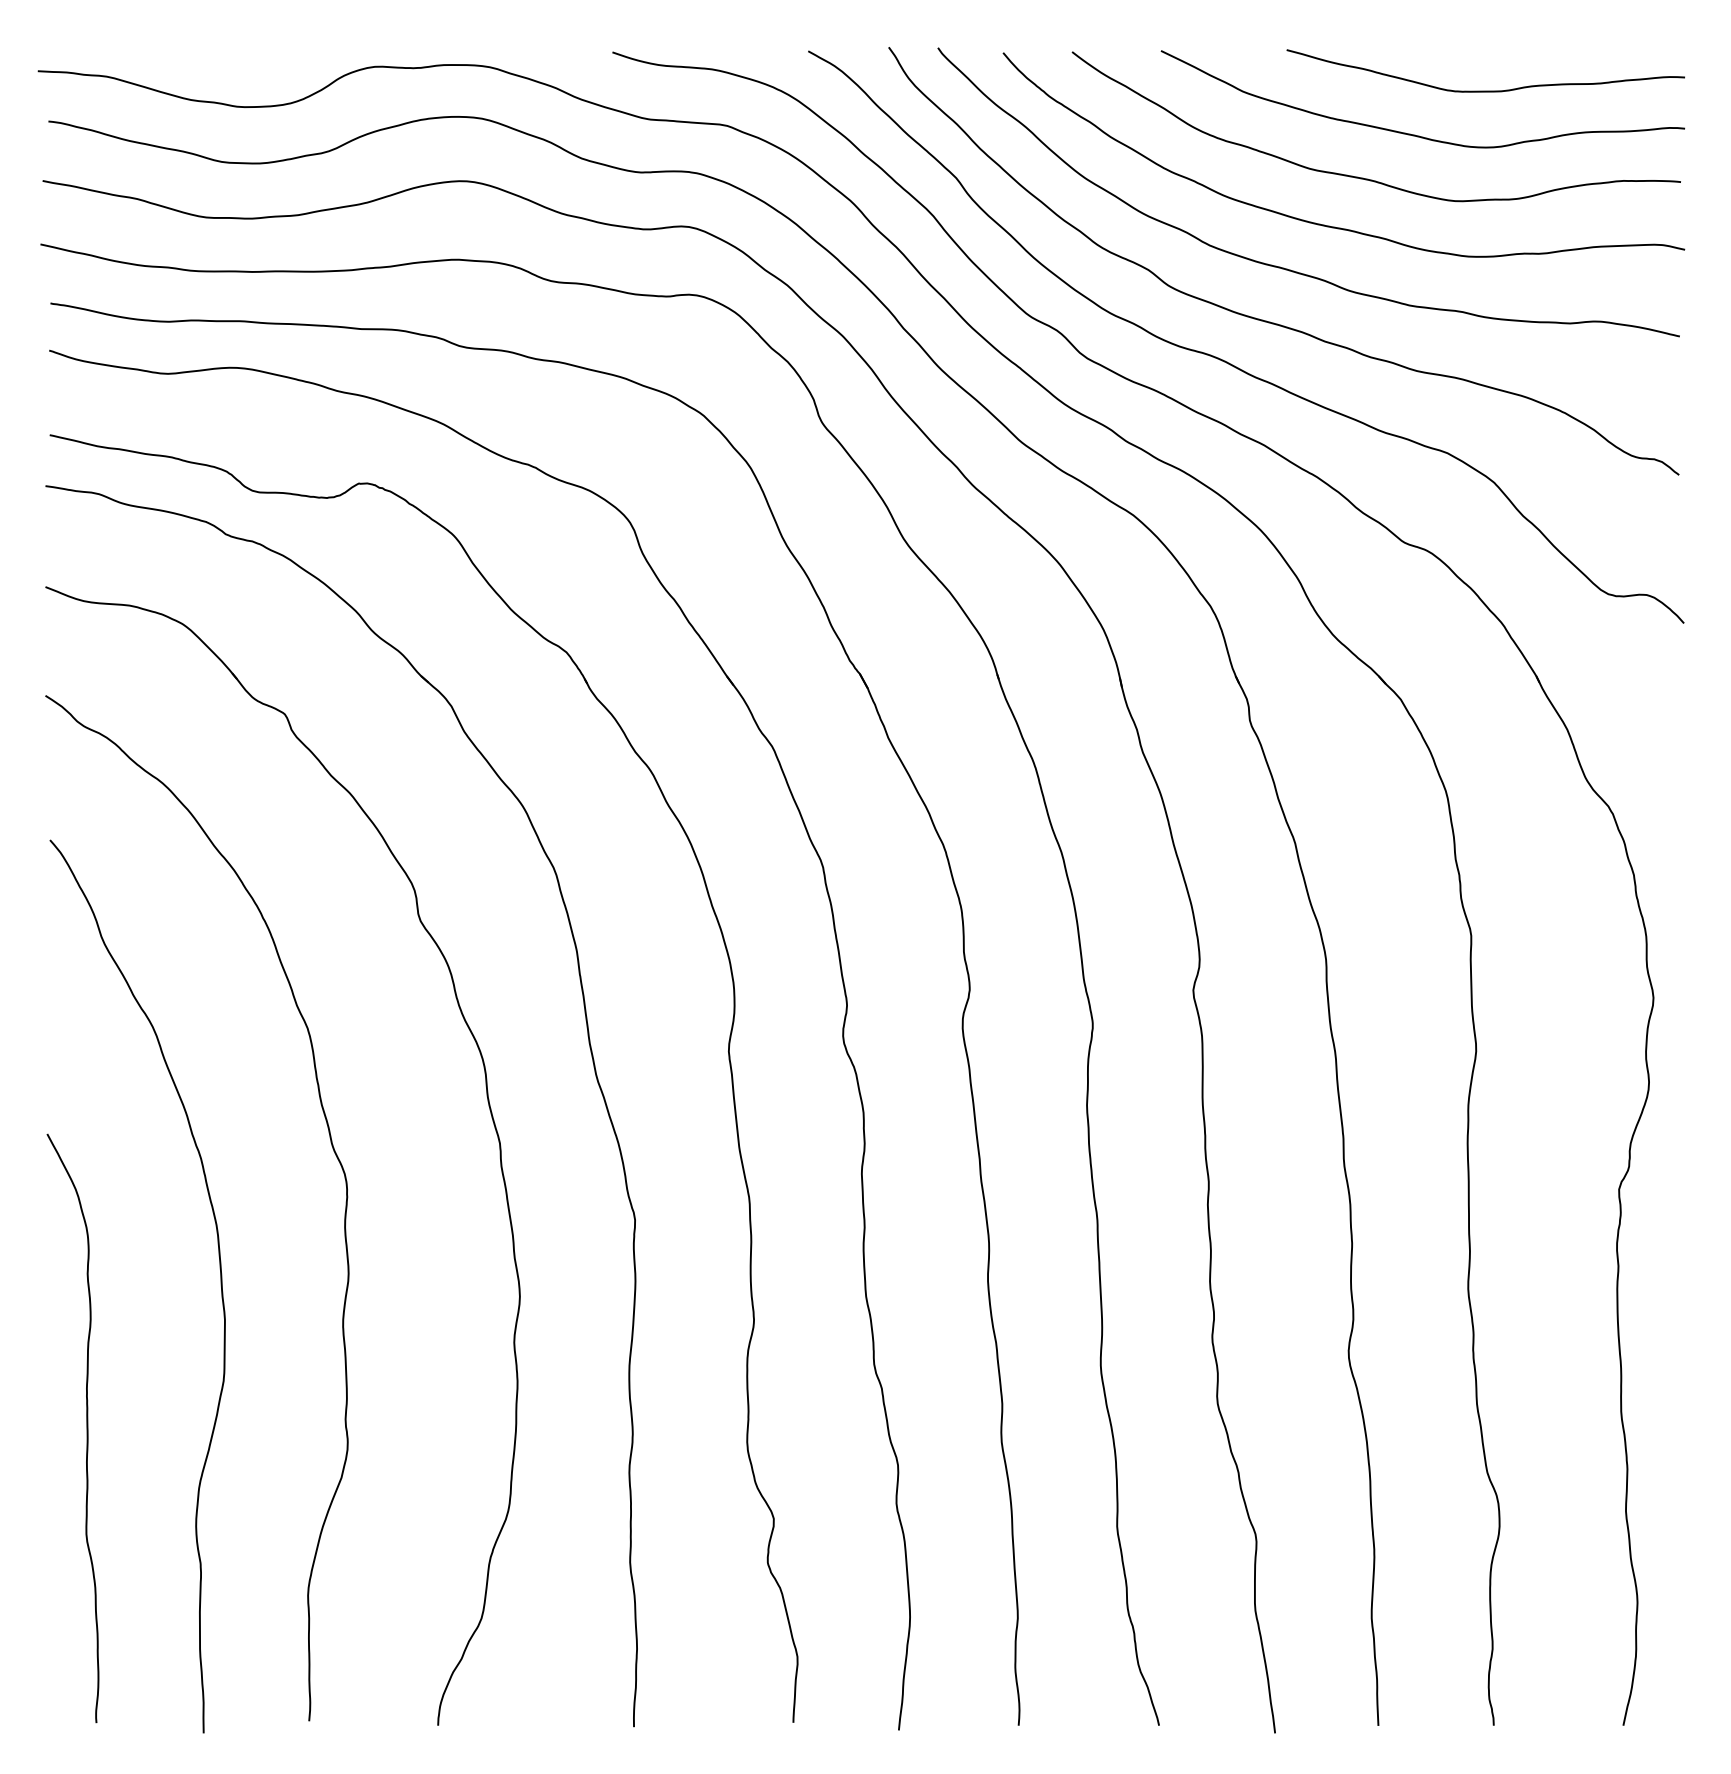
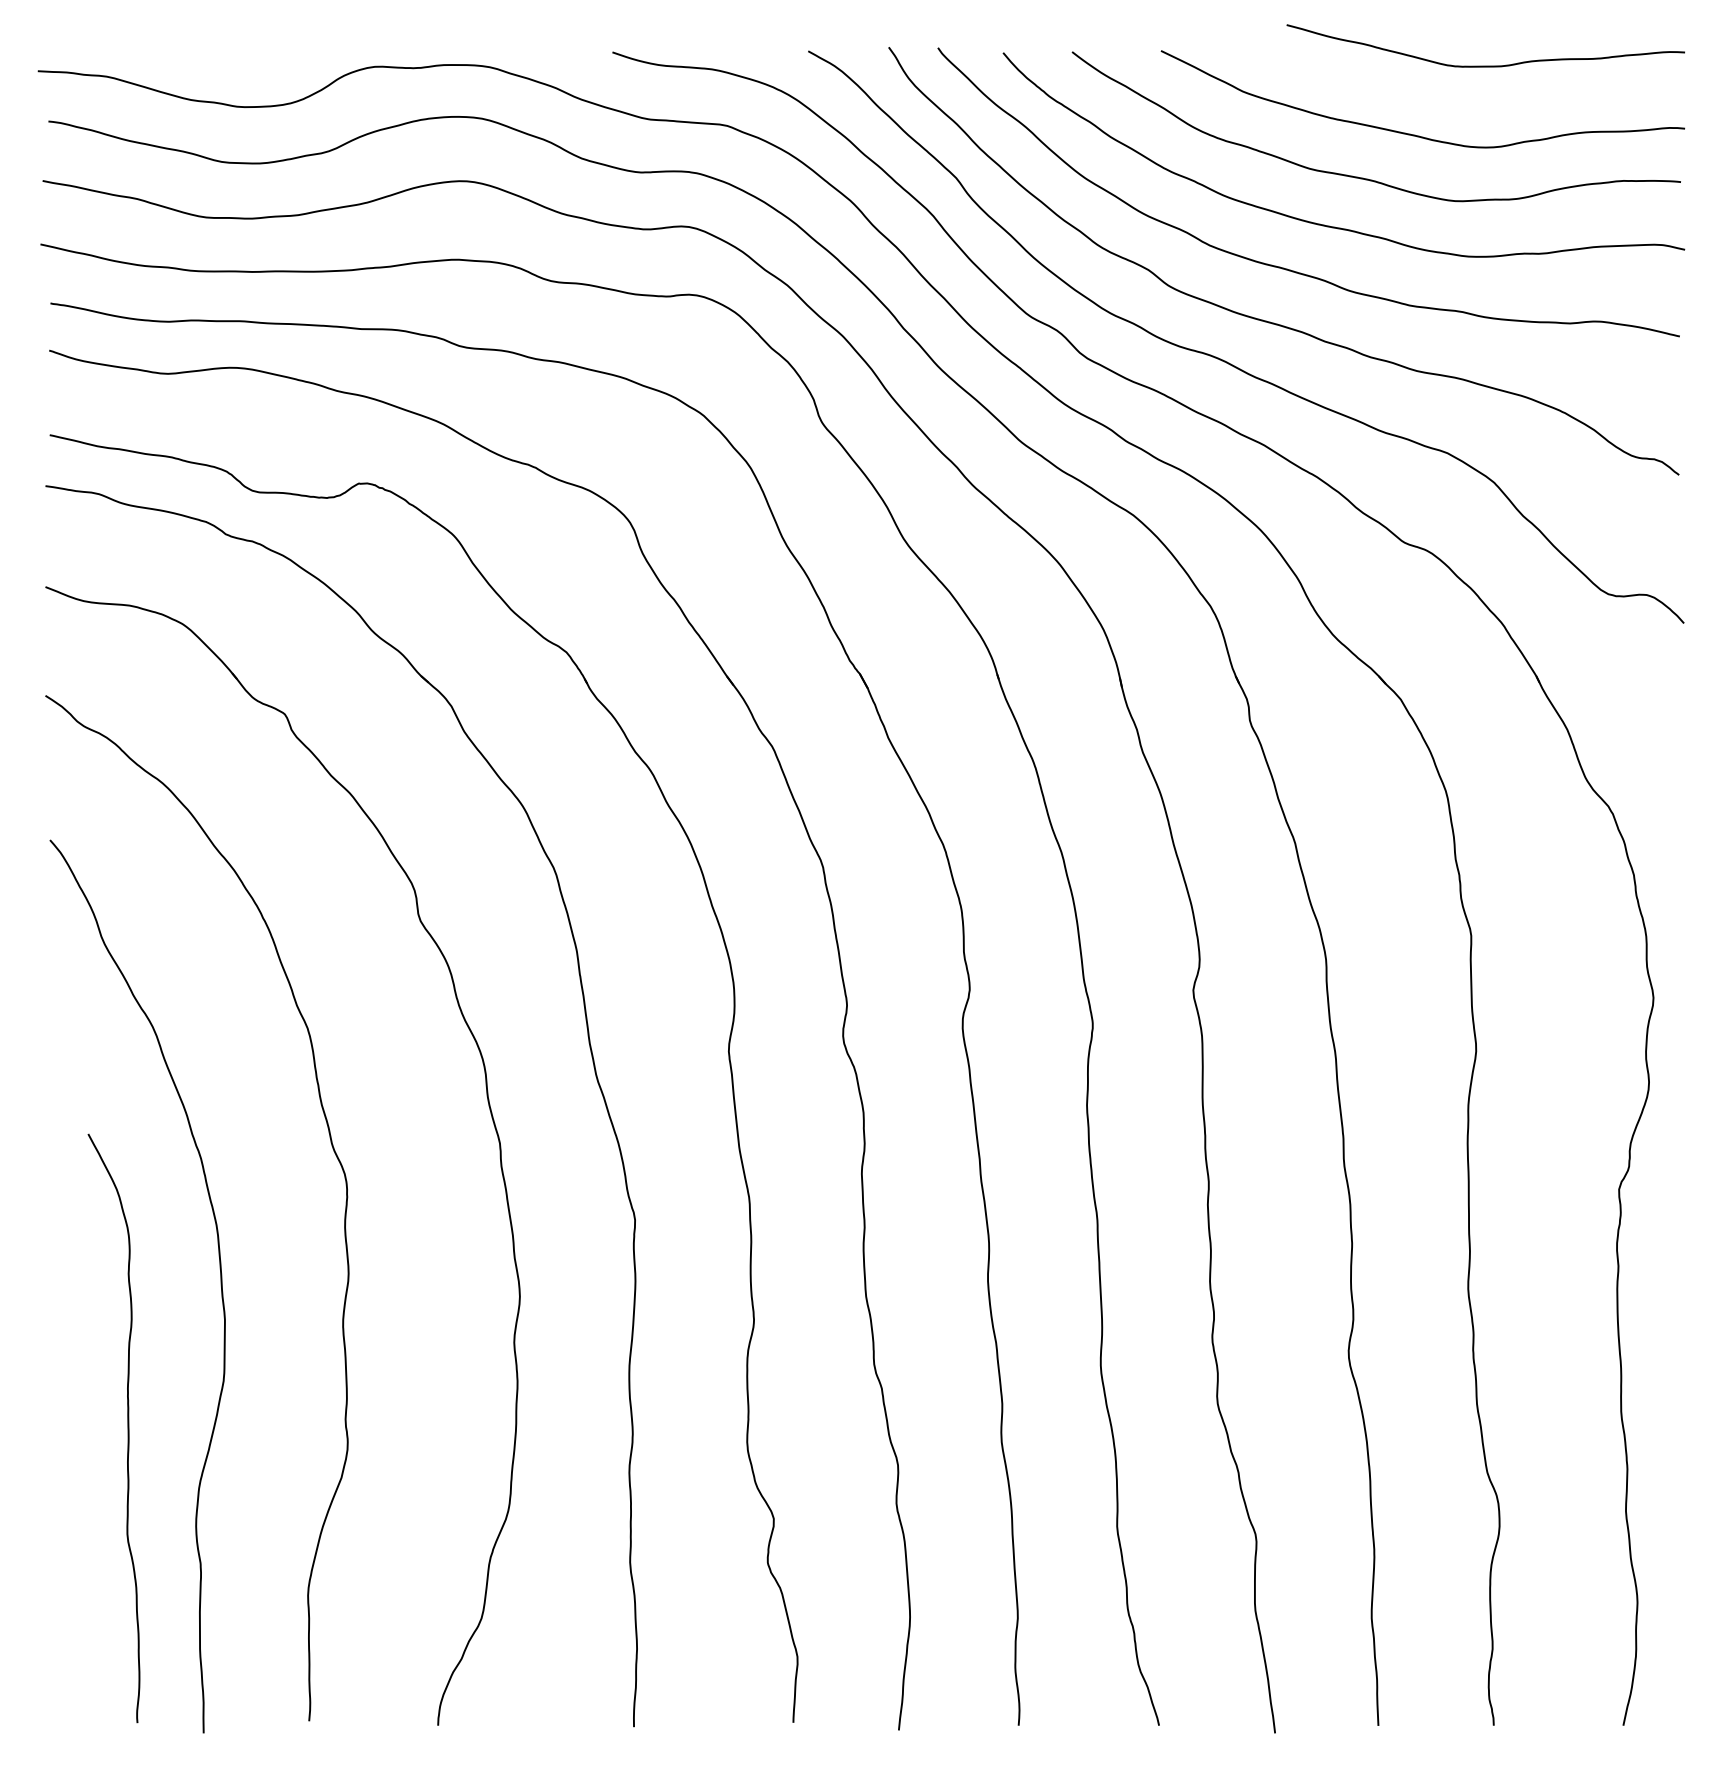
curve at (1485, 90) position: (1485, 90) -> (1485, 65)
curve at (86, 1428) position: (86, 1428) -> (127, 1428)
